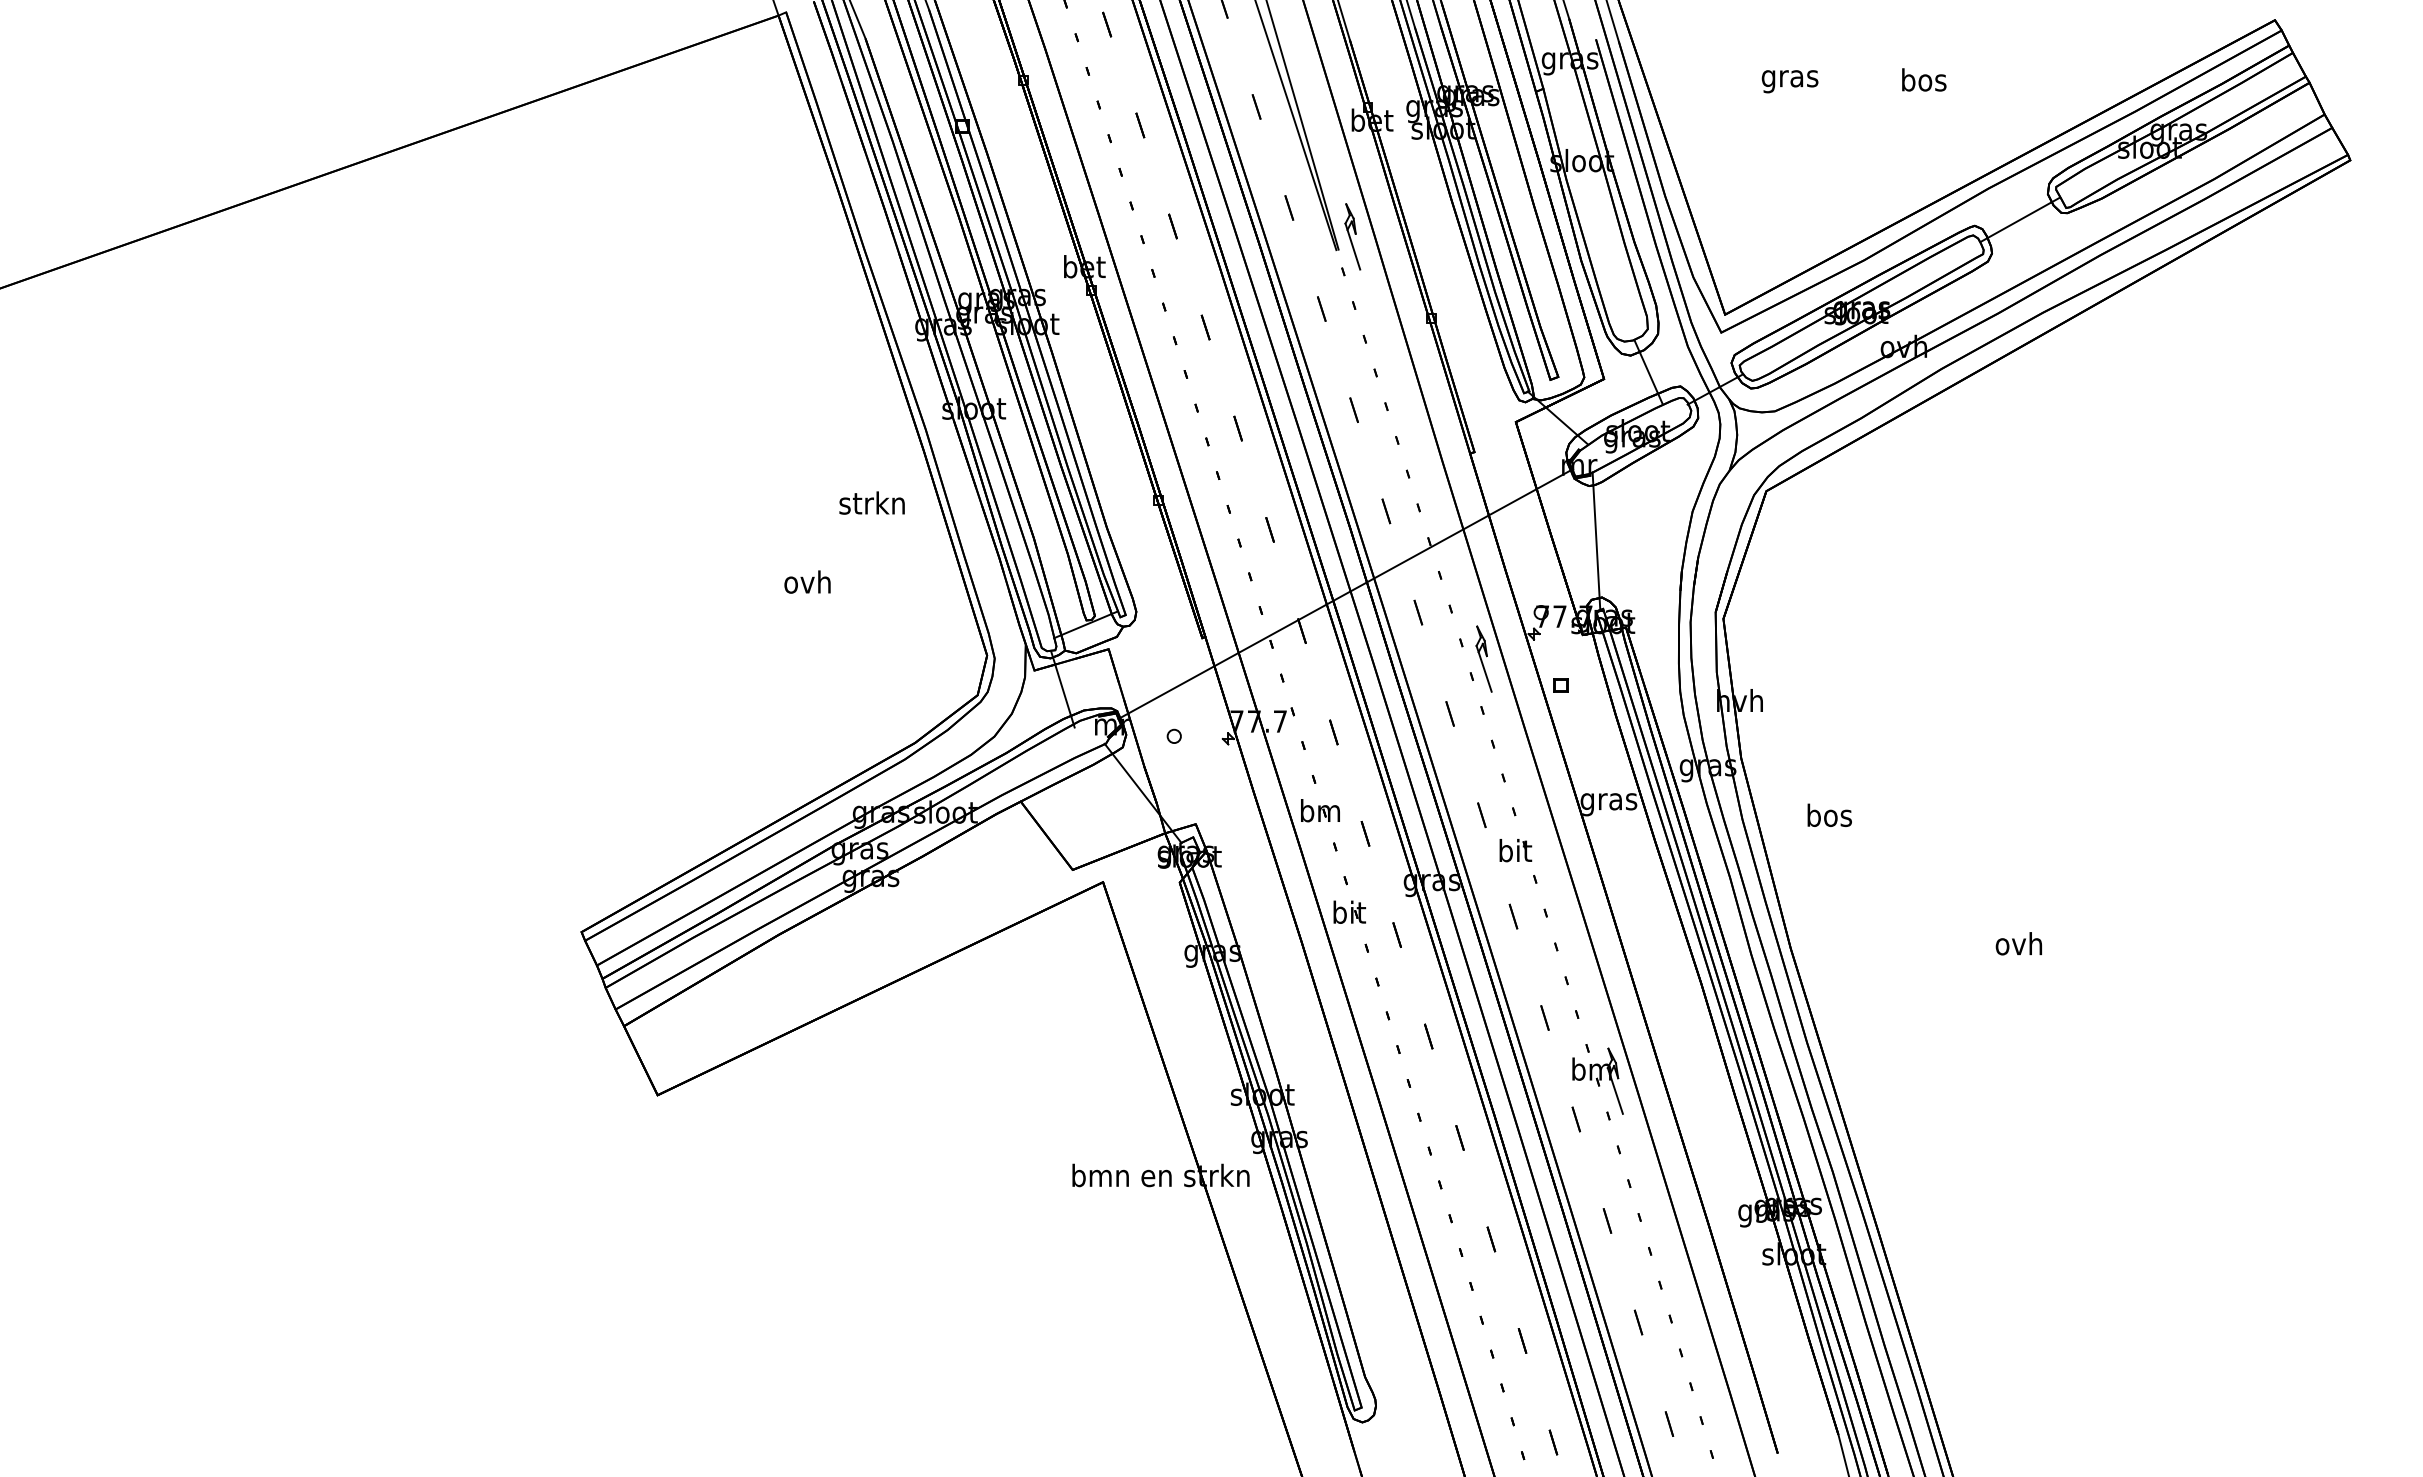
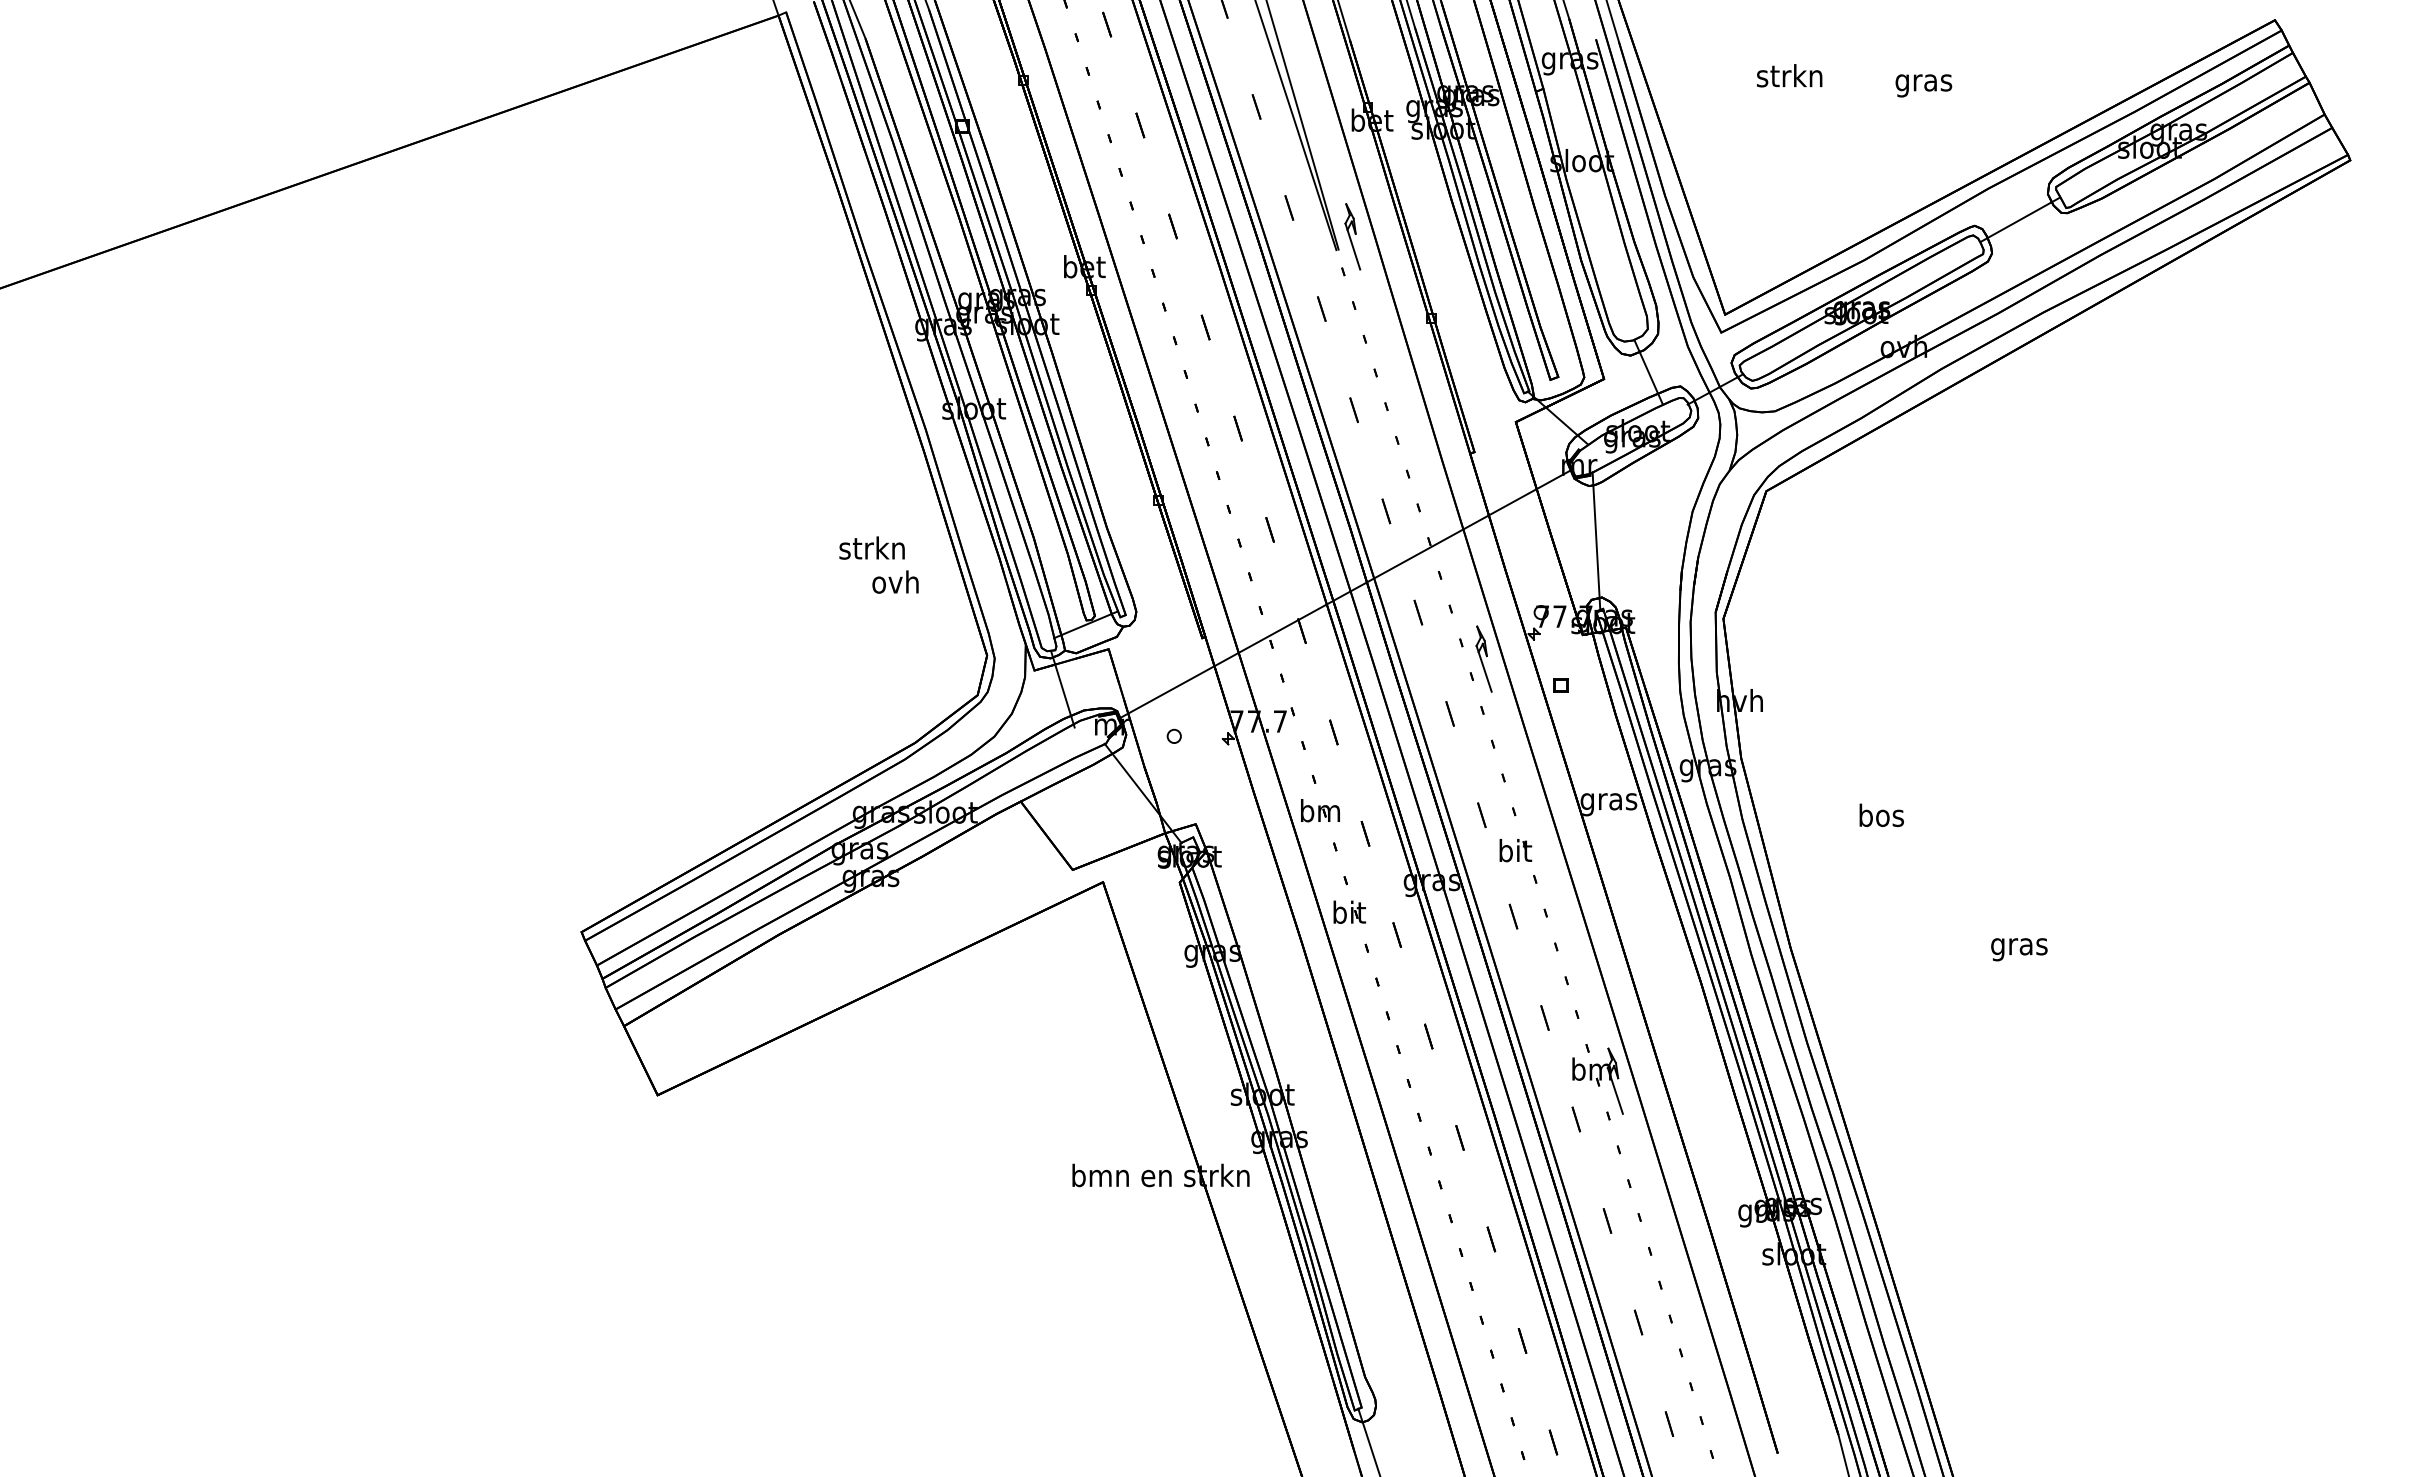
text at (1789, 78): gras -> strkn
text at (1923, 82): bos -> gras
text at (871, 502) position: (871, 502) -> (871, 547)
text at (807, 581) position: (807, 581) -> (895, 581)
text at (1829, 814) position: (1829, 814) -> (1881, 814)
text at (2019, 946): ovh -> gras
line at (1368, 1440): none -> present
